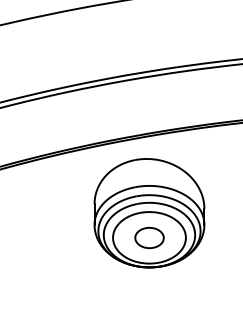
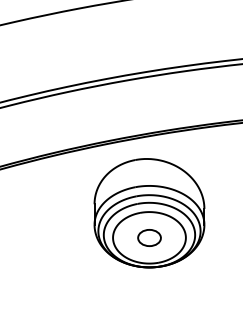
part at (149, 238) size: 31x23 px -> 25x18 px
